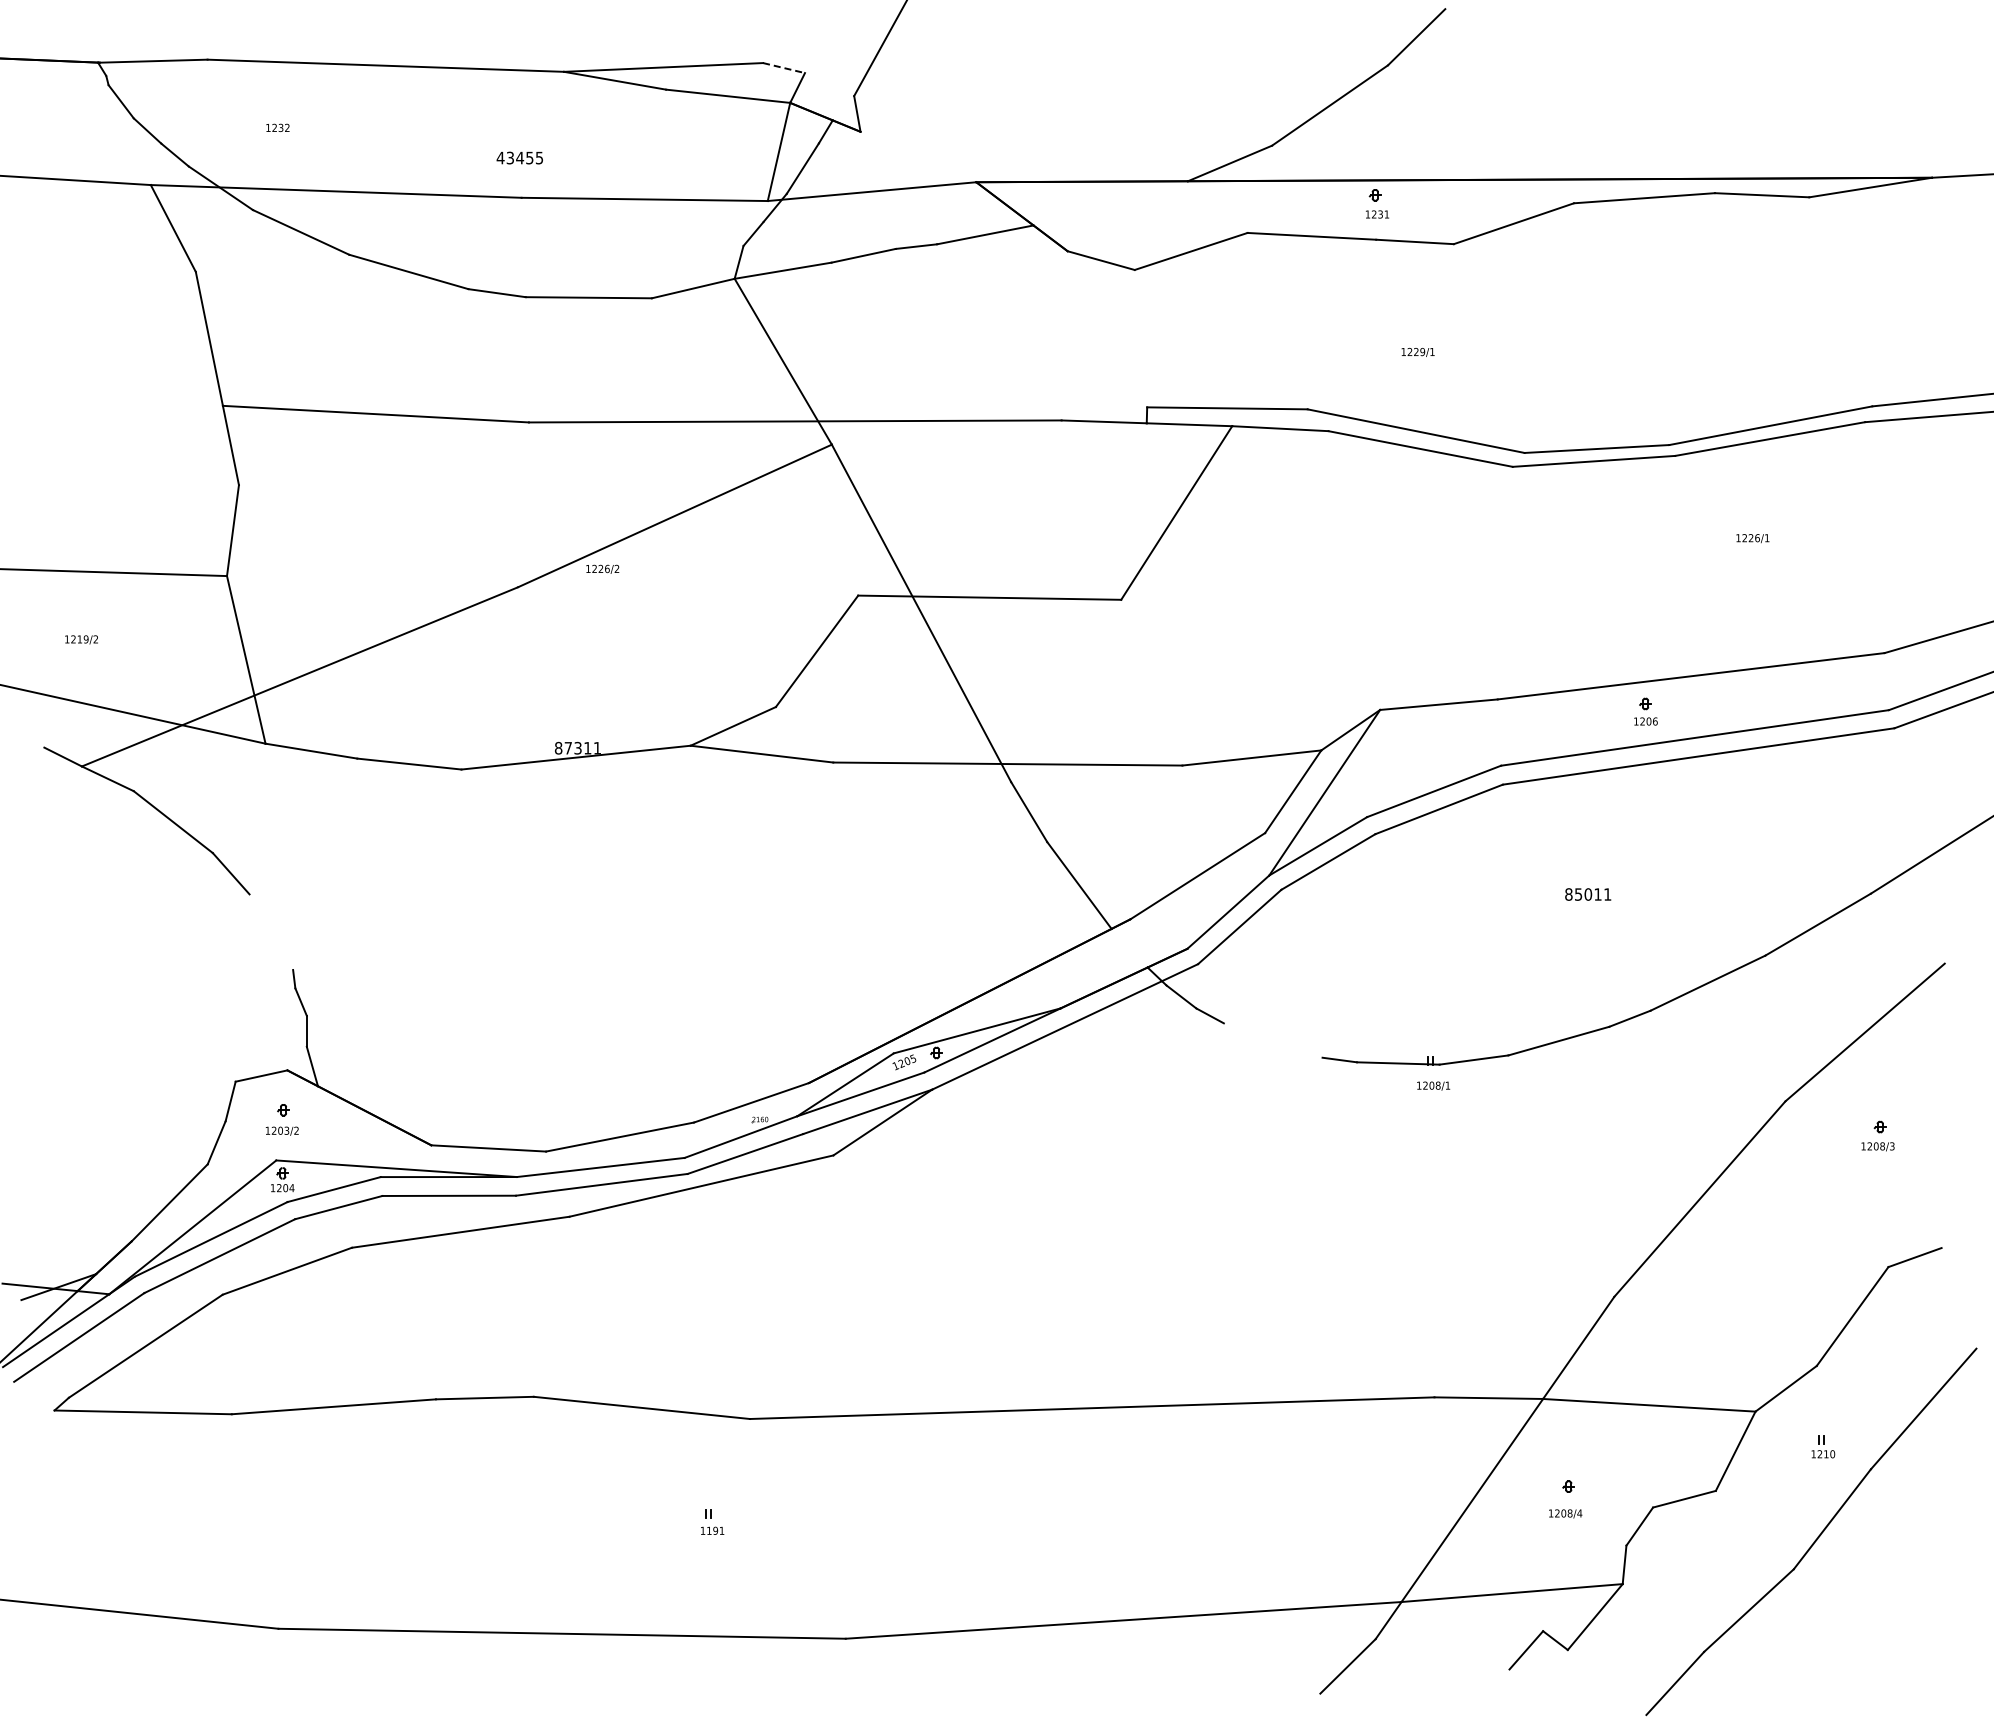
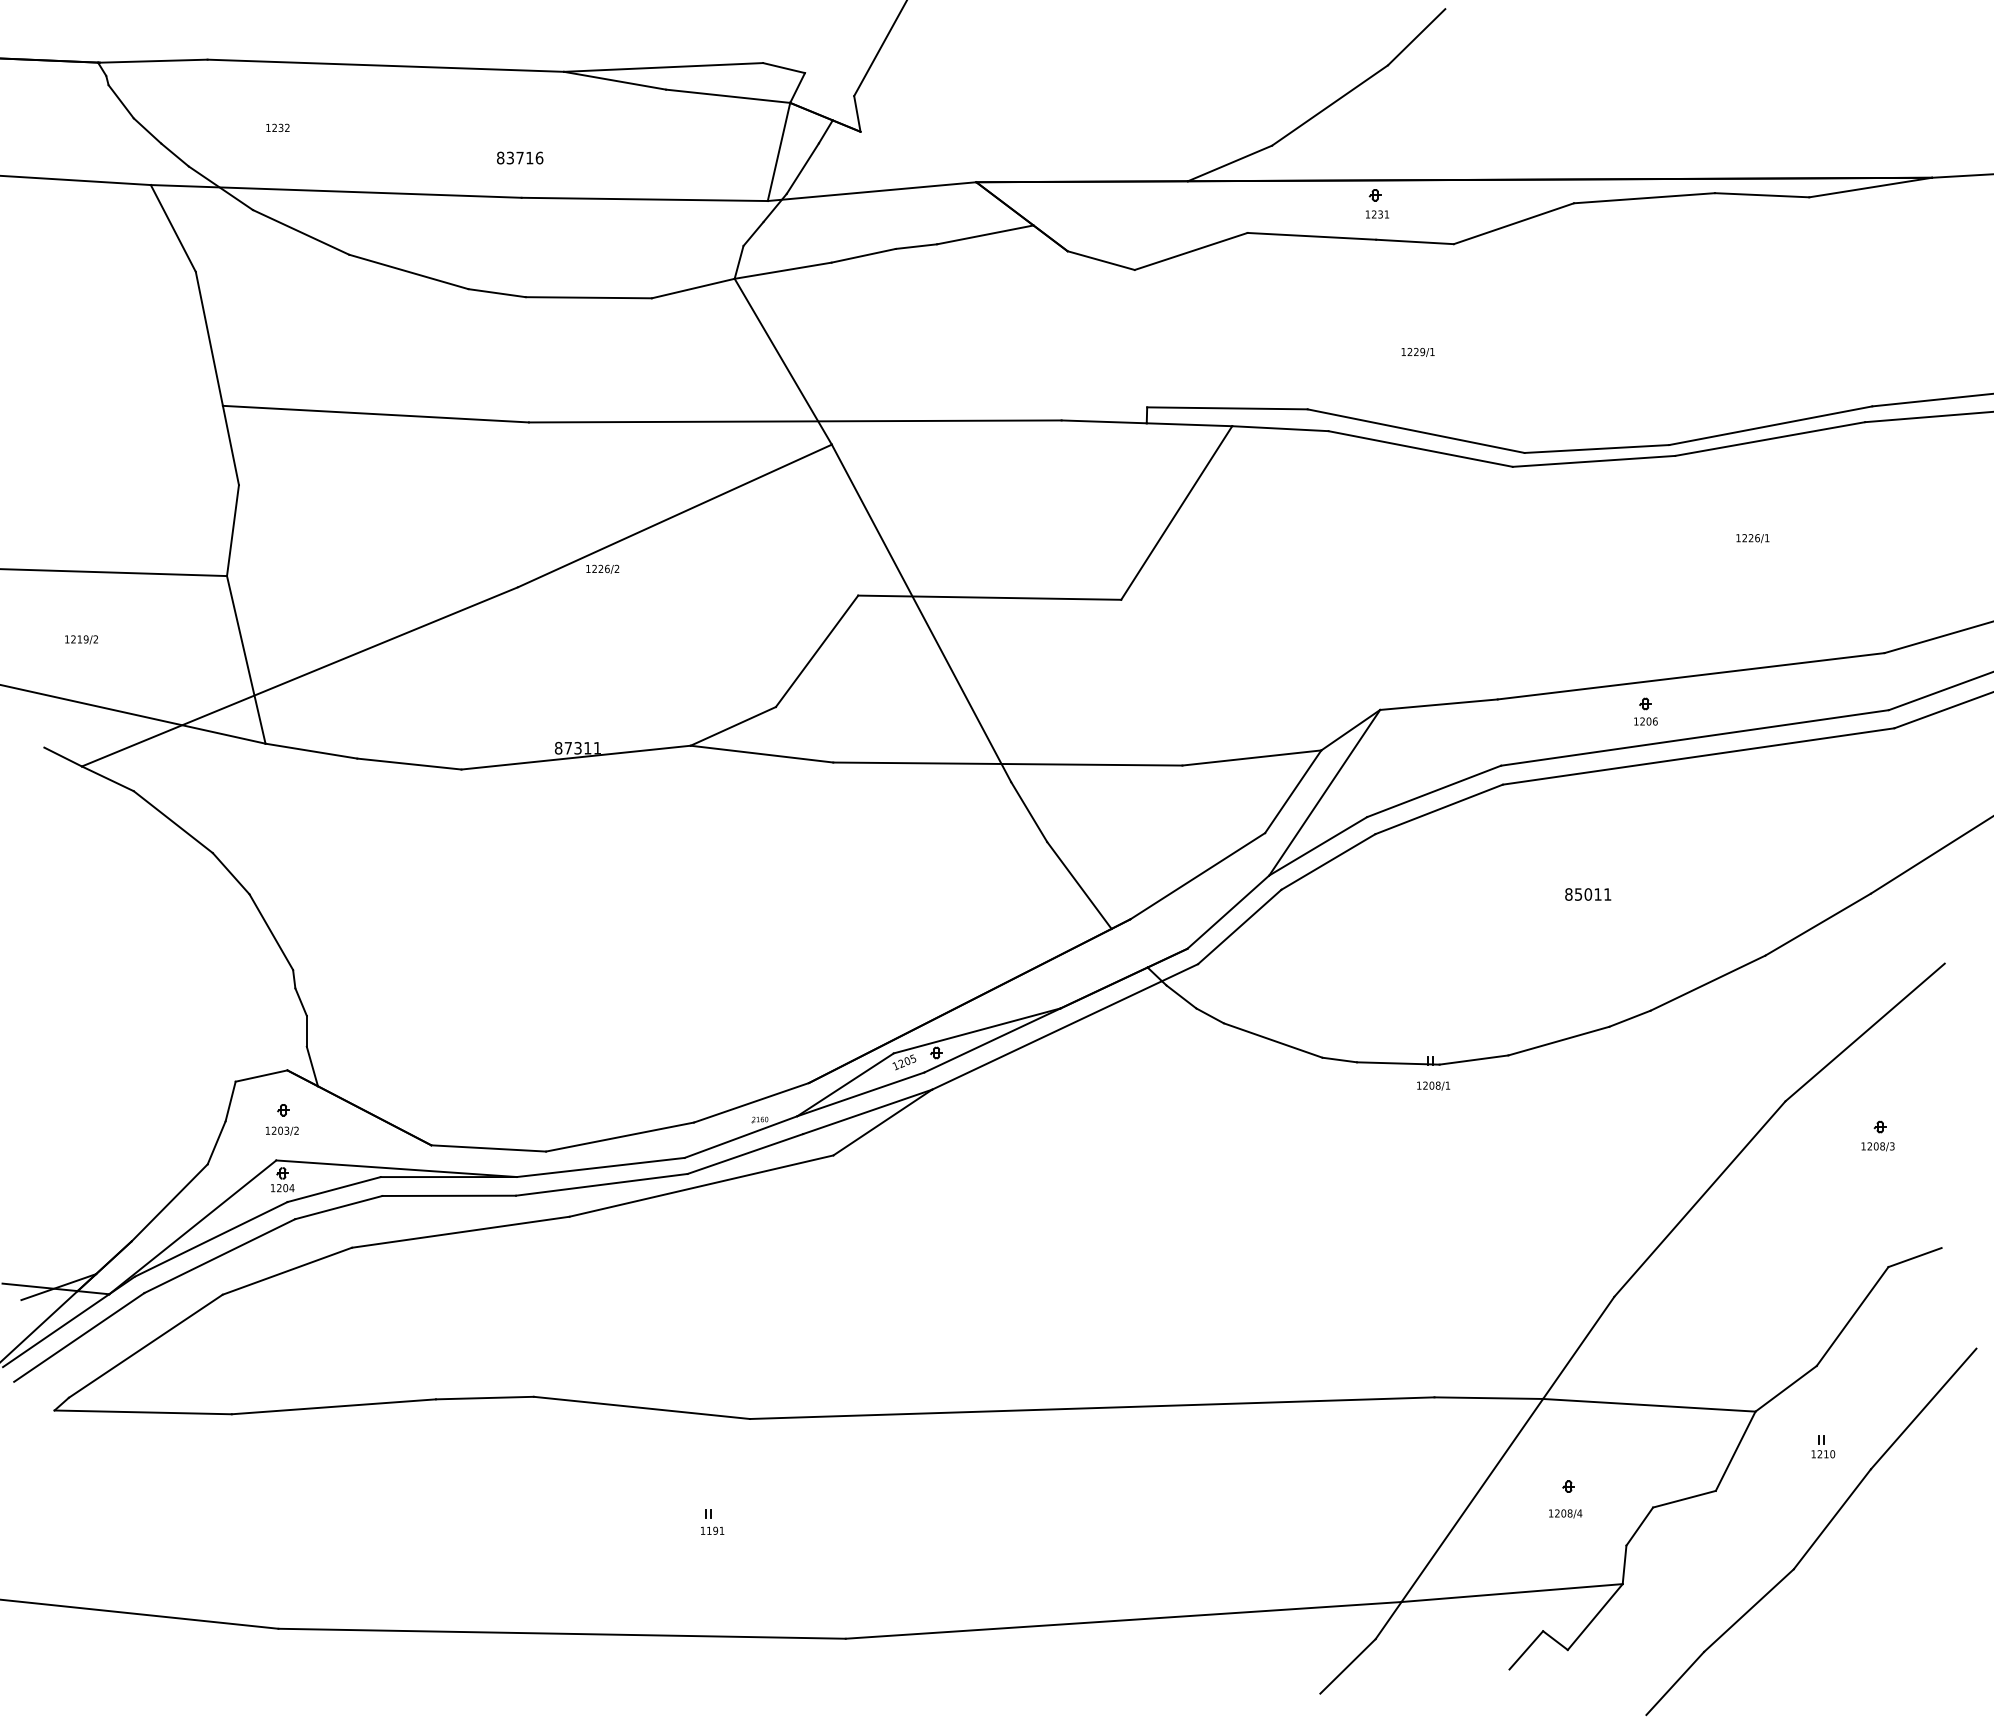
line at (784, 68): dashed -> solid
text at (519, 157): 43455 -> 83716
line at (271, 932): none -> present
line at (1272, 1040): none -> present
